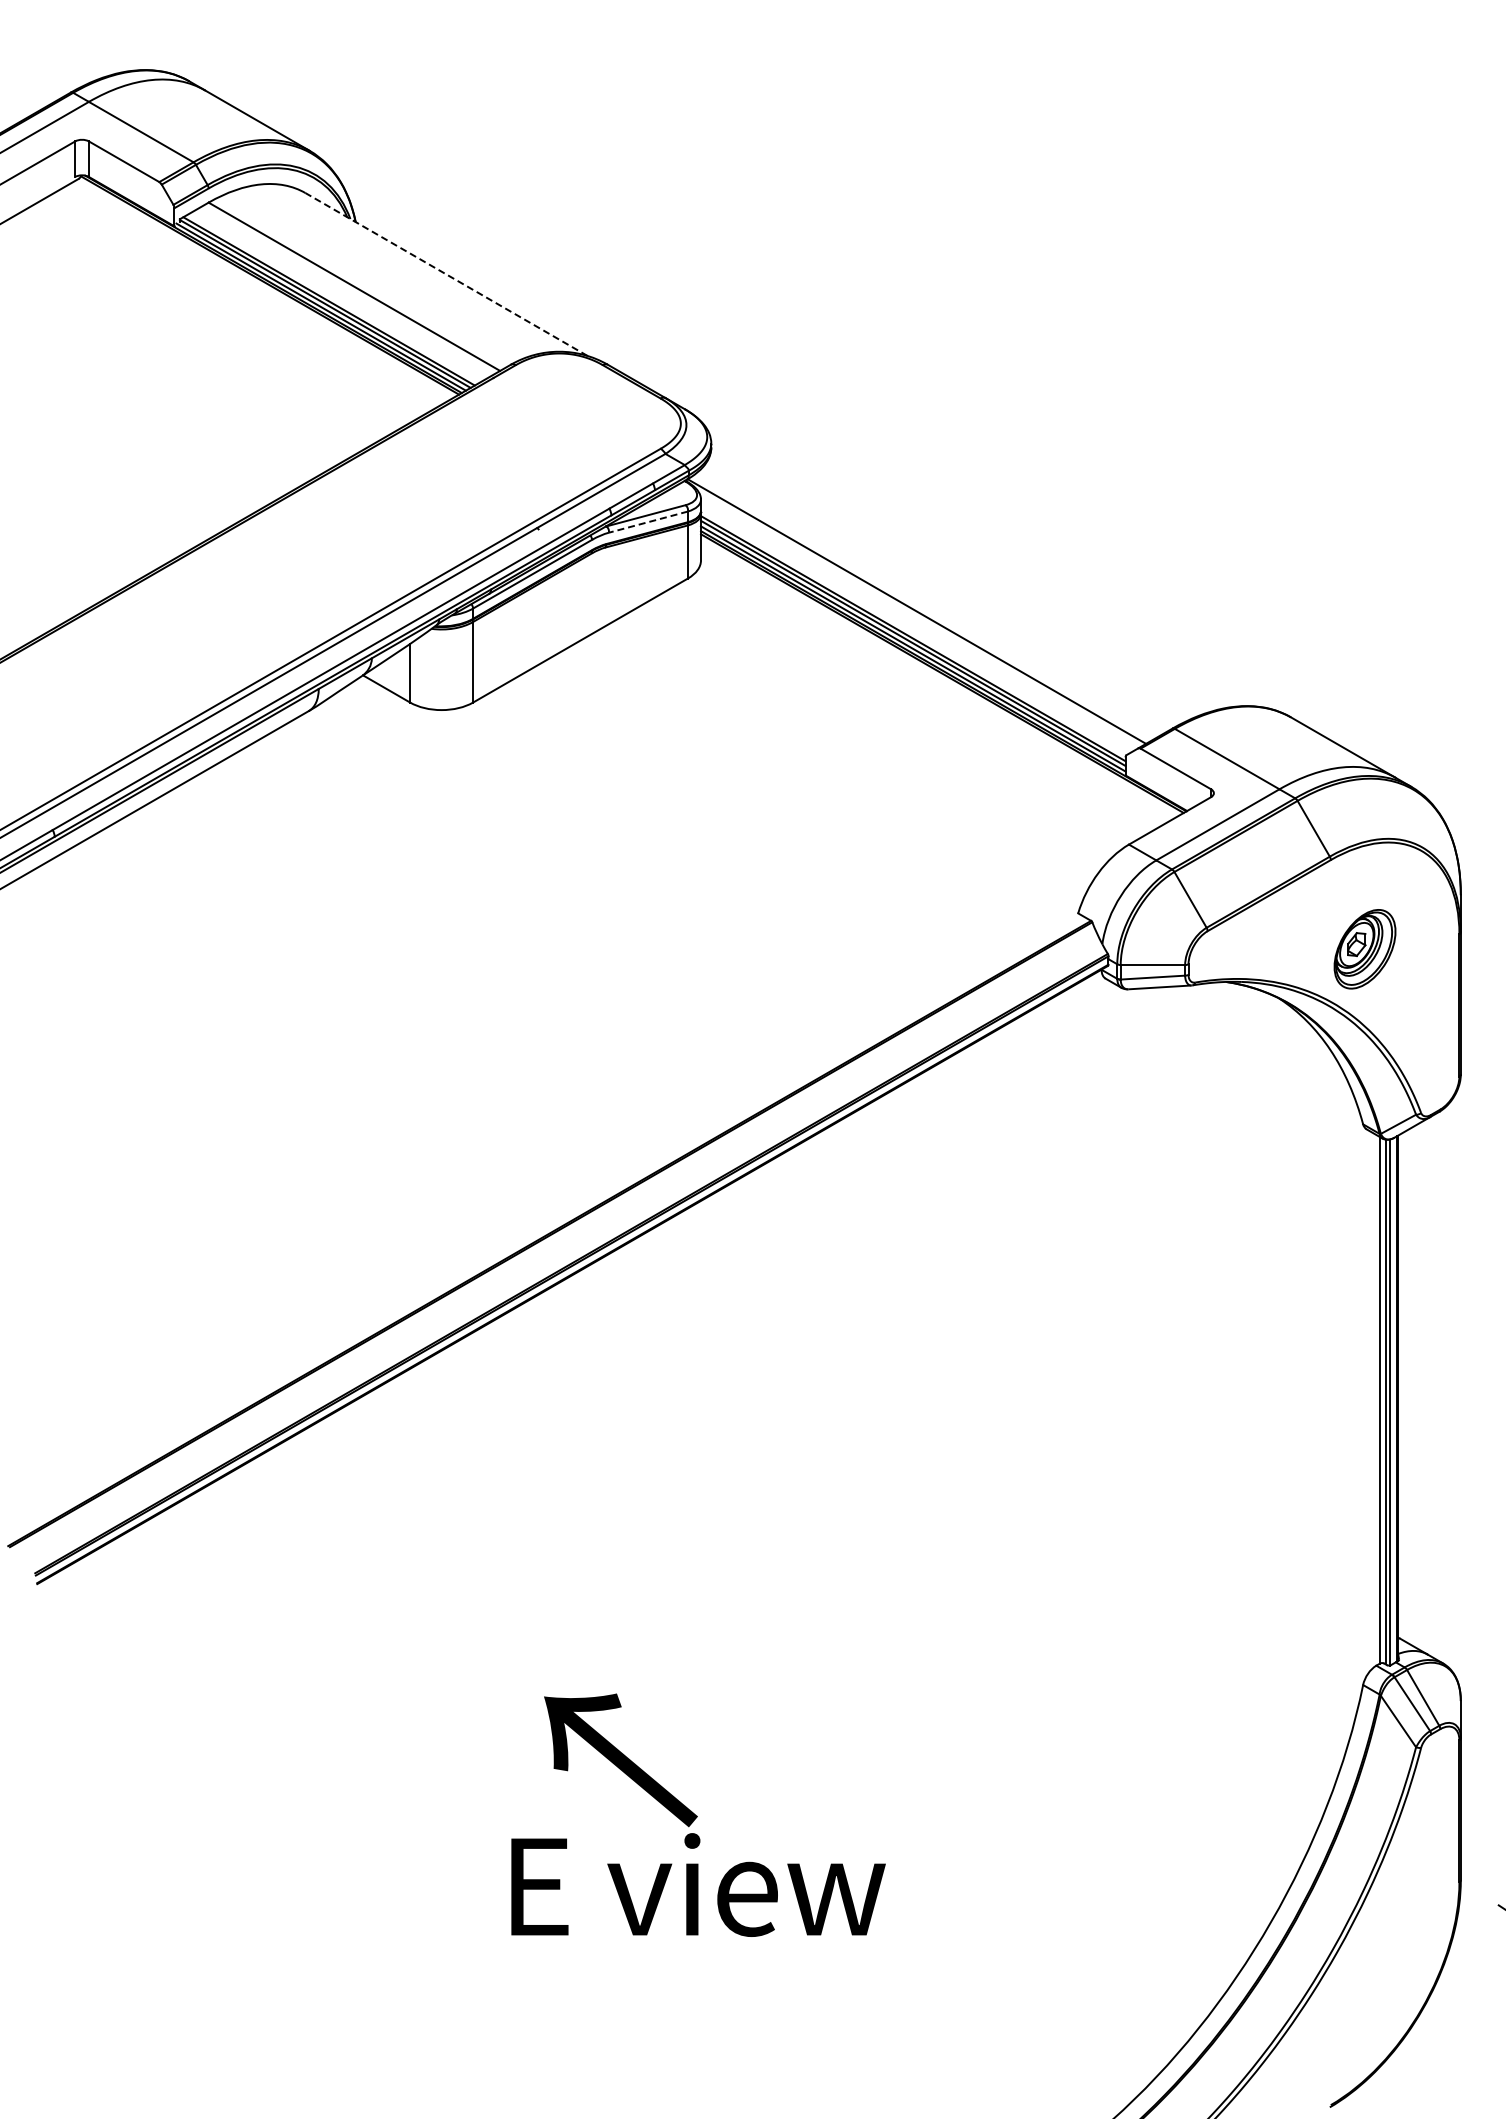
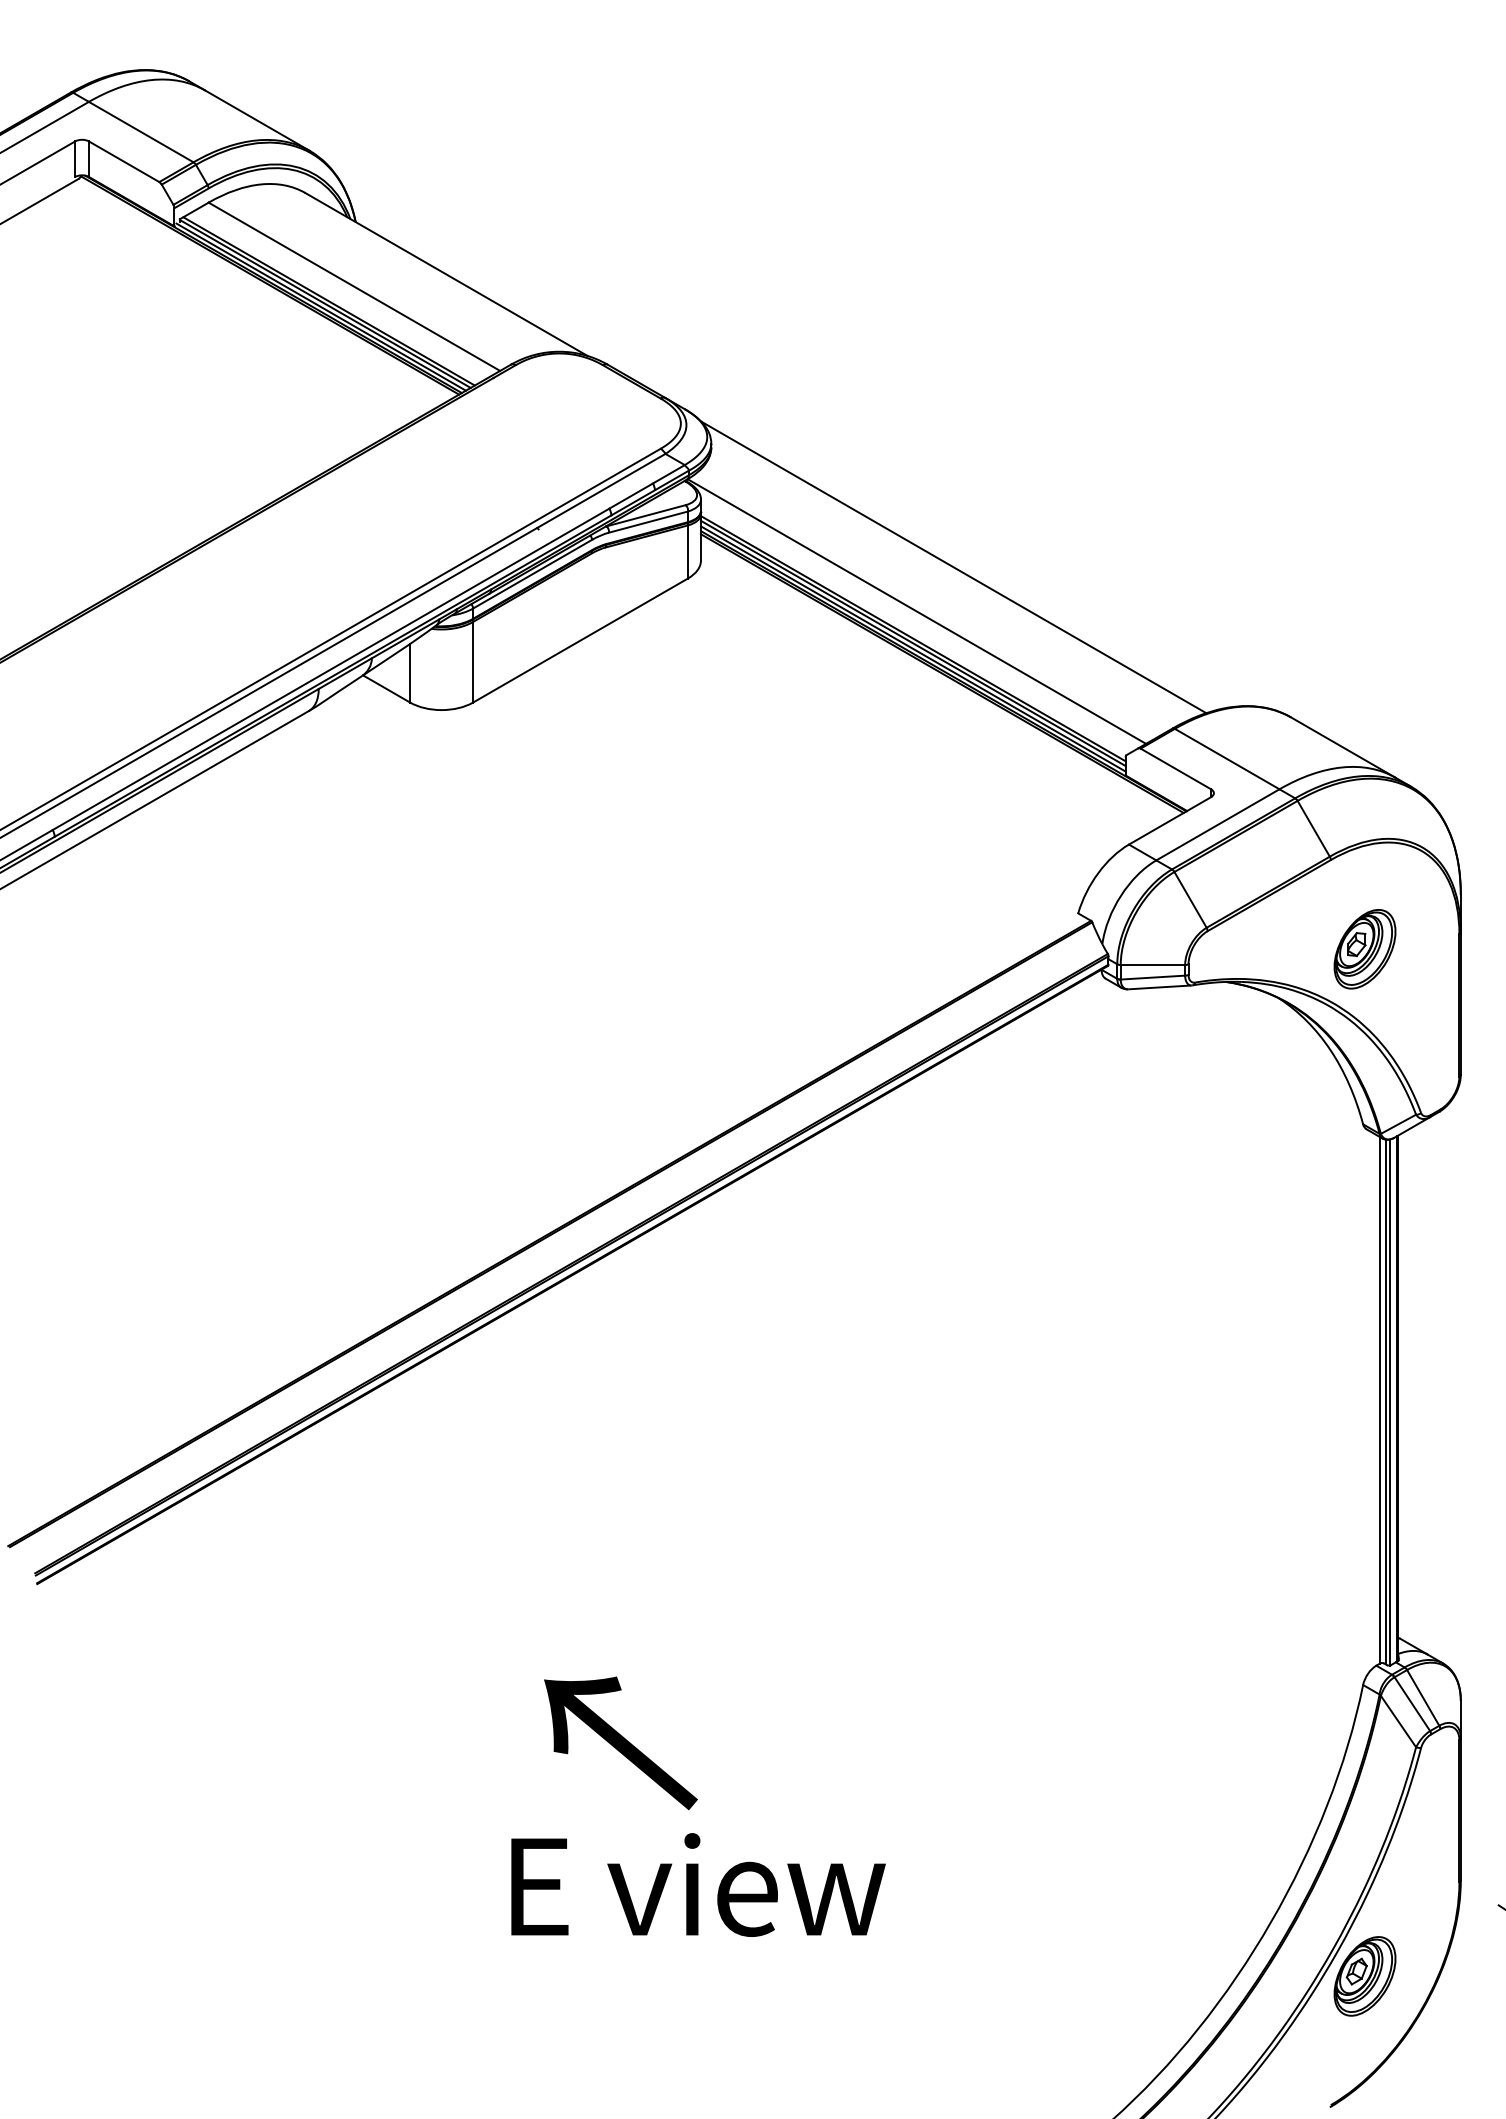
line at (446, 274): dashed -> solid
line at (648, 522): dashed -> solid
line at (953, 567): none -> present
text at (620, 1760) position: (620, 1760) -> (620, 1743)
part at (1364, 1976): none -> present
